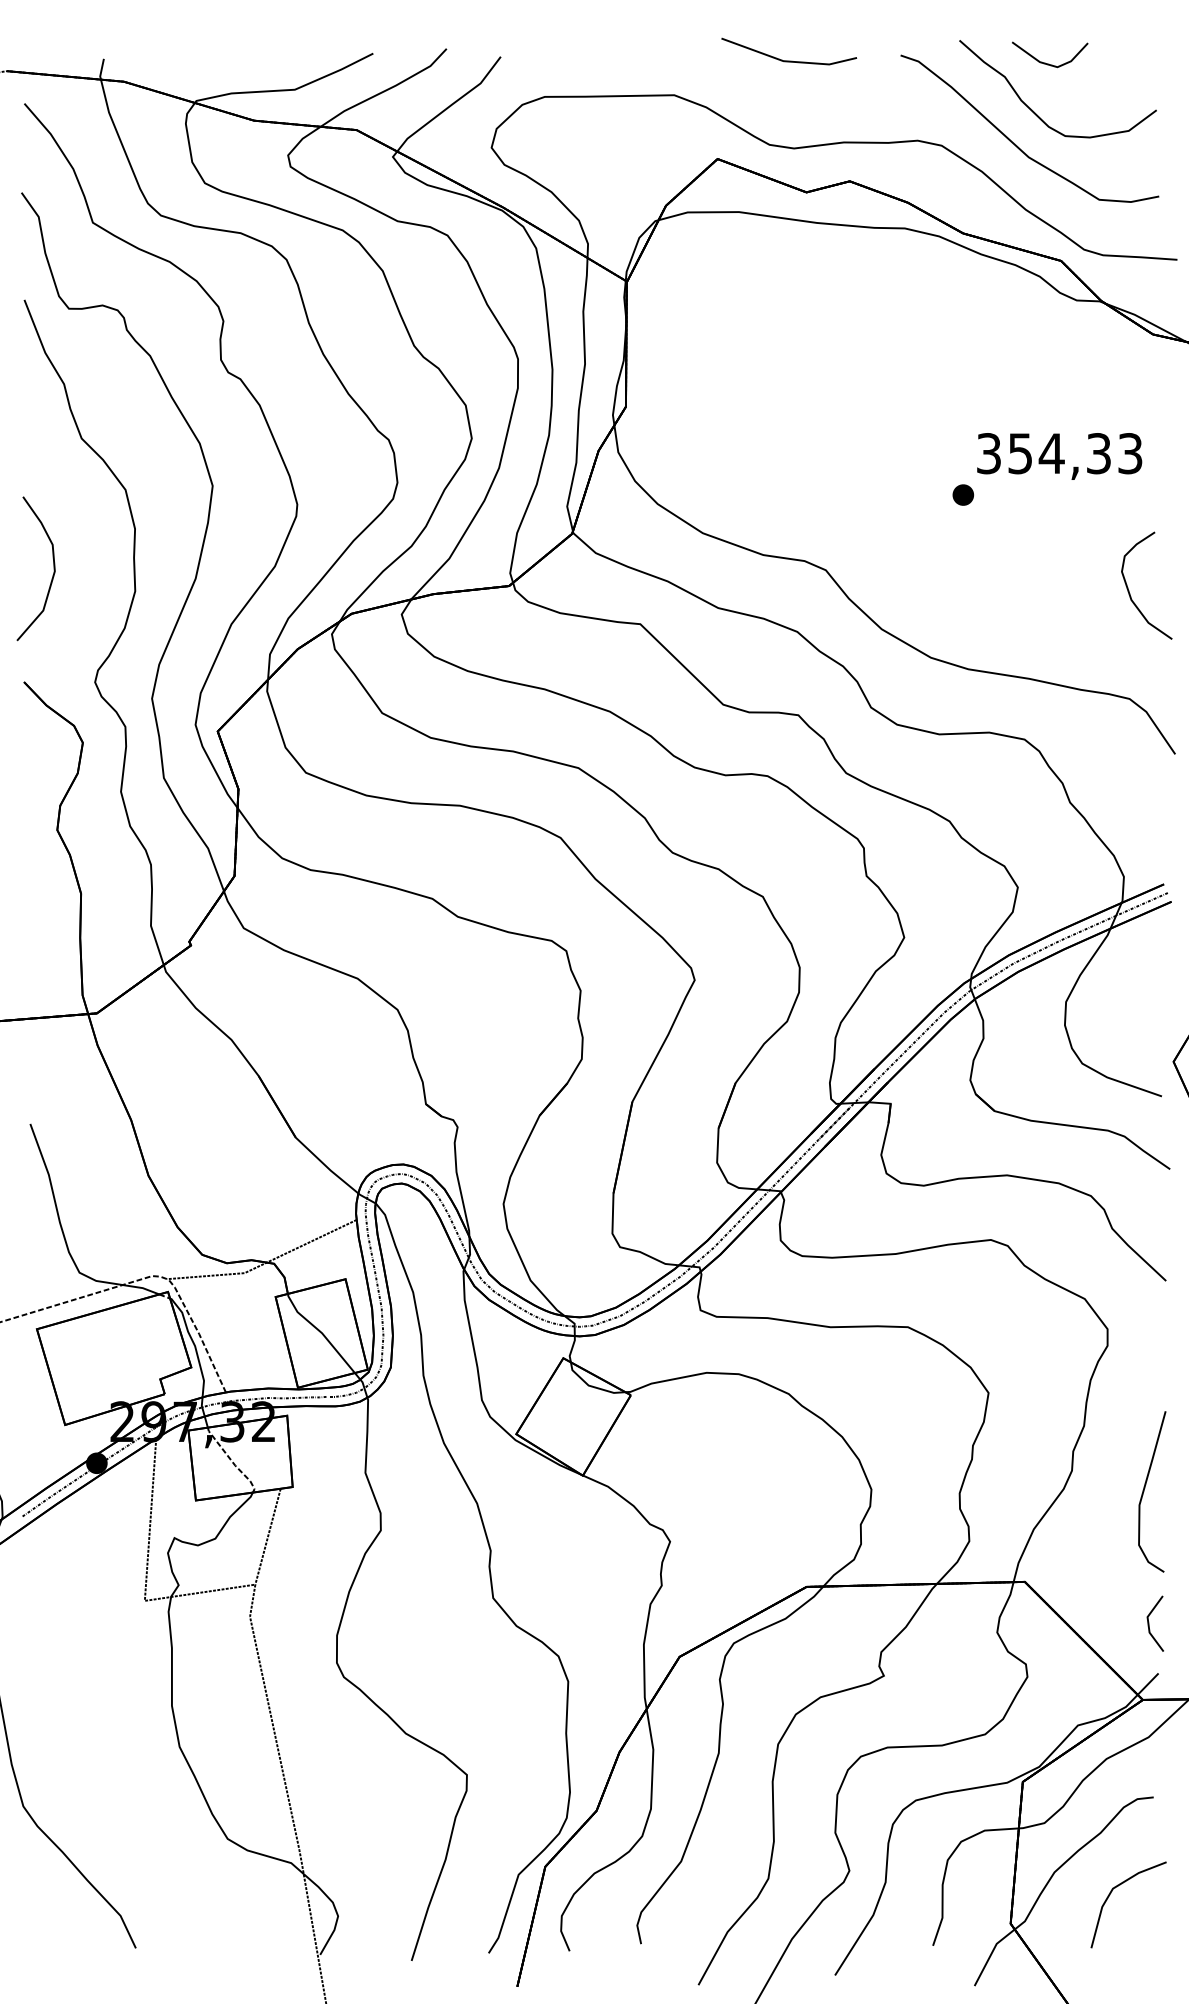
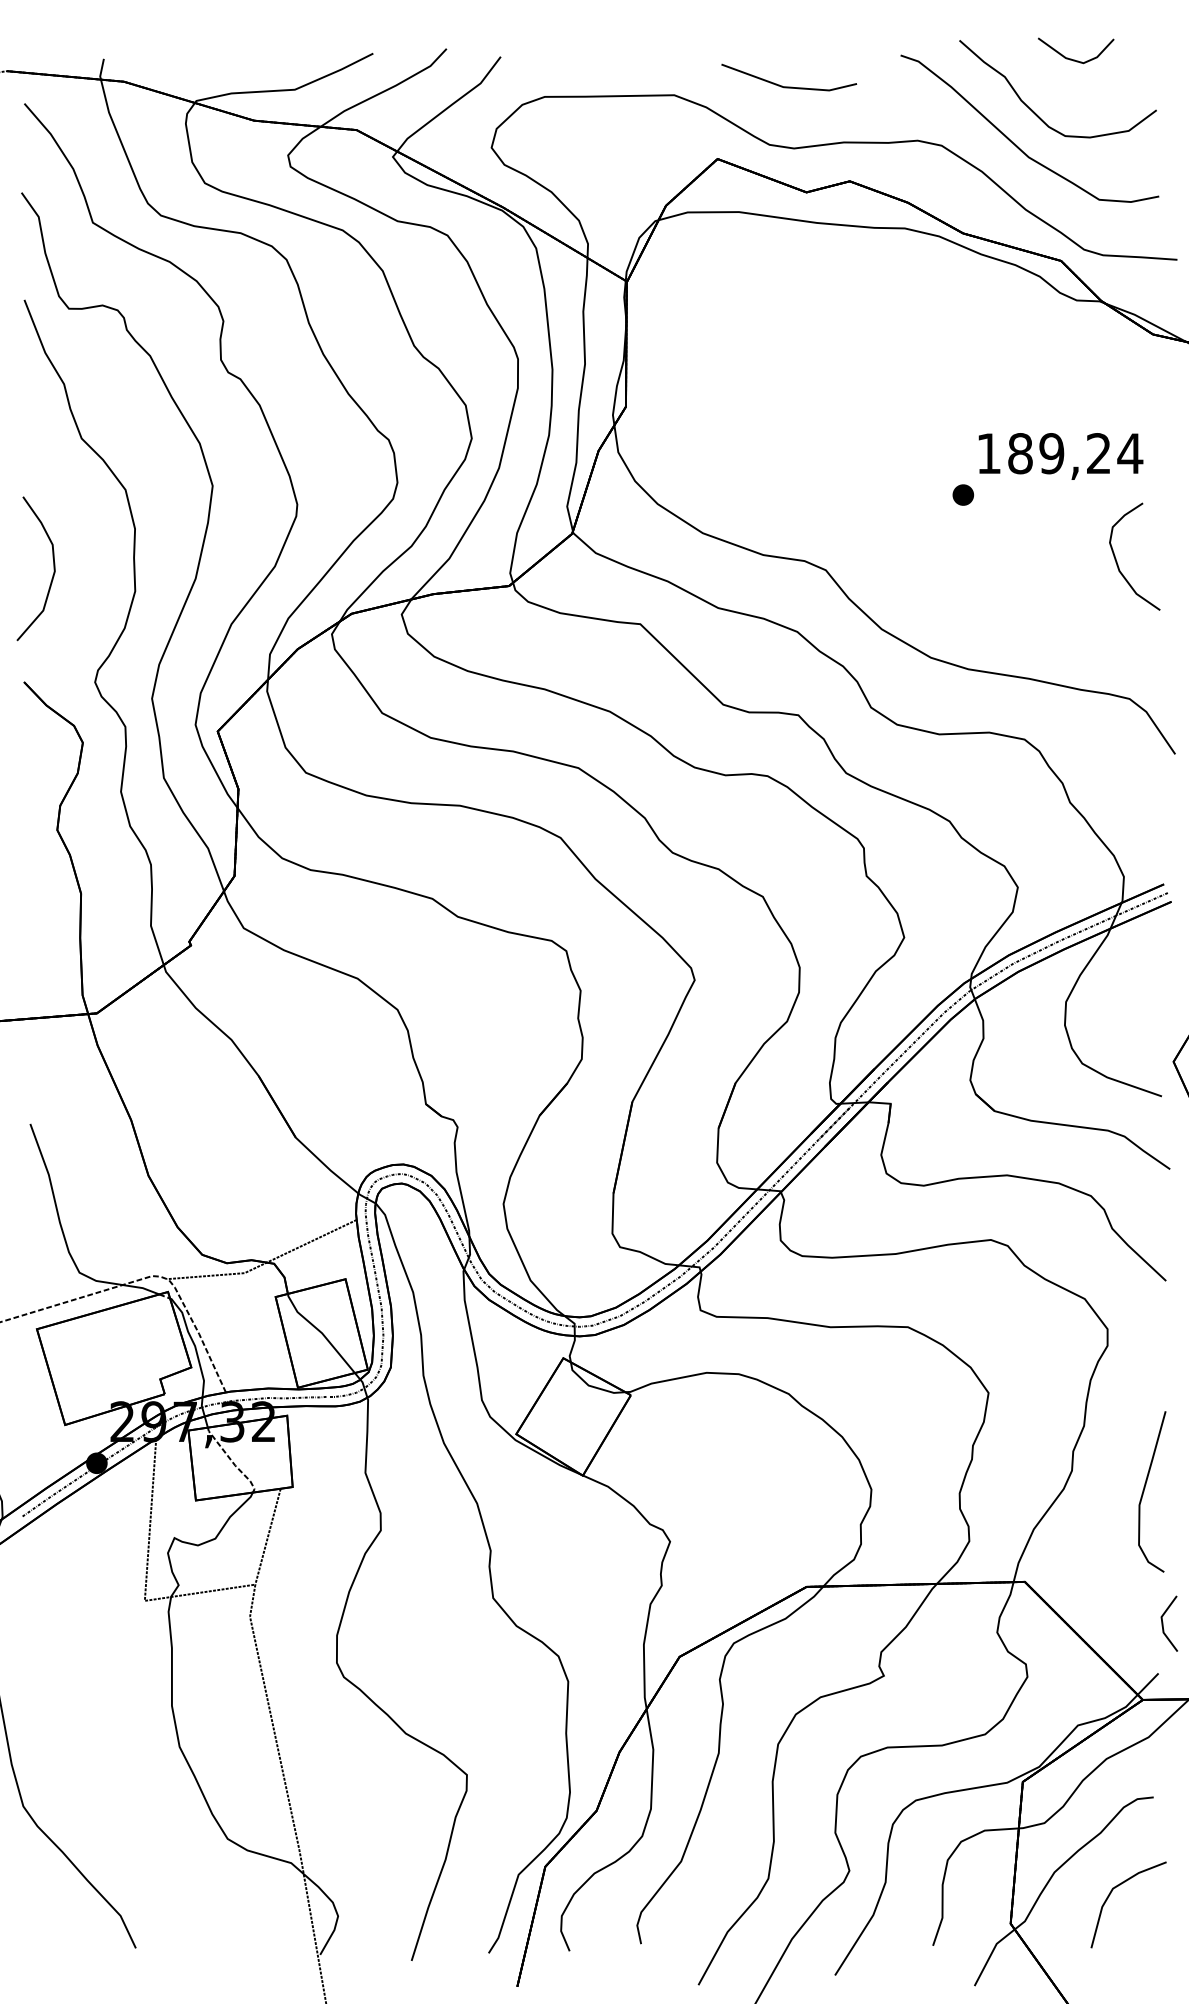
line at (789, 60) position: (789, 60) -> (789, 86)
line at (1048, 63) position: (1048, 63) -> (1074, 59)
text at (1060, 453): 354,33 -> 189,24
curve at (1129, 590) position: (1129, 590) -> (1117, 561)
line at (1149, 1623) position: (1149, 1623) -> (1163, 1623)
